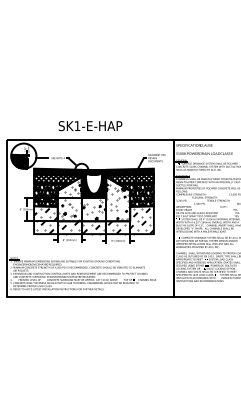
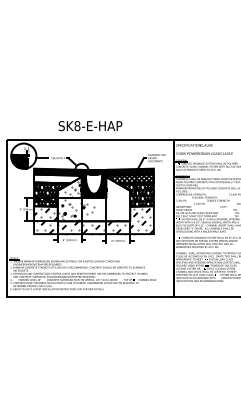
text at (77, 126): SK1-E-HAP -> SK8-E-HAP
hatch at (57, 178): present -> none
hatch at (111, 202): present -> none
